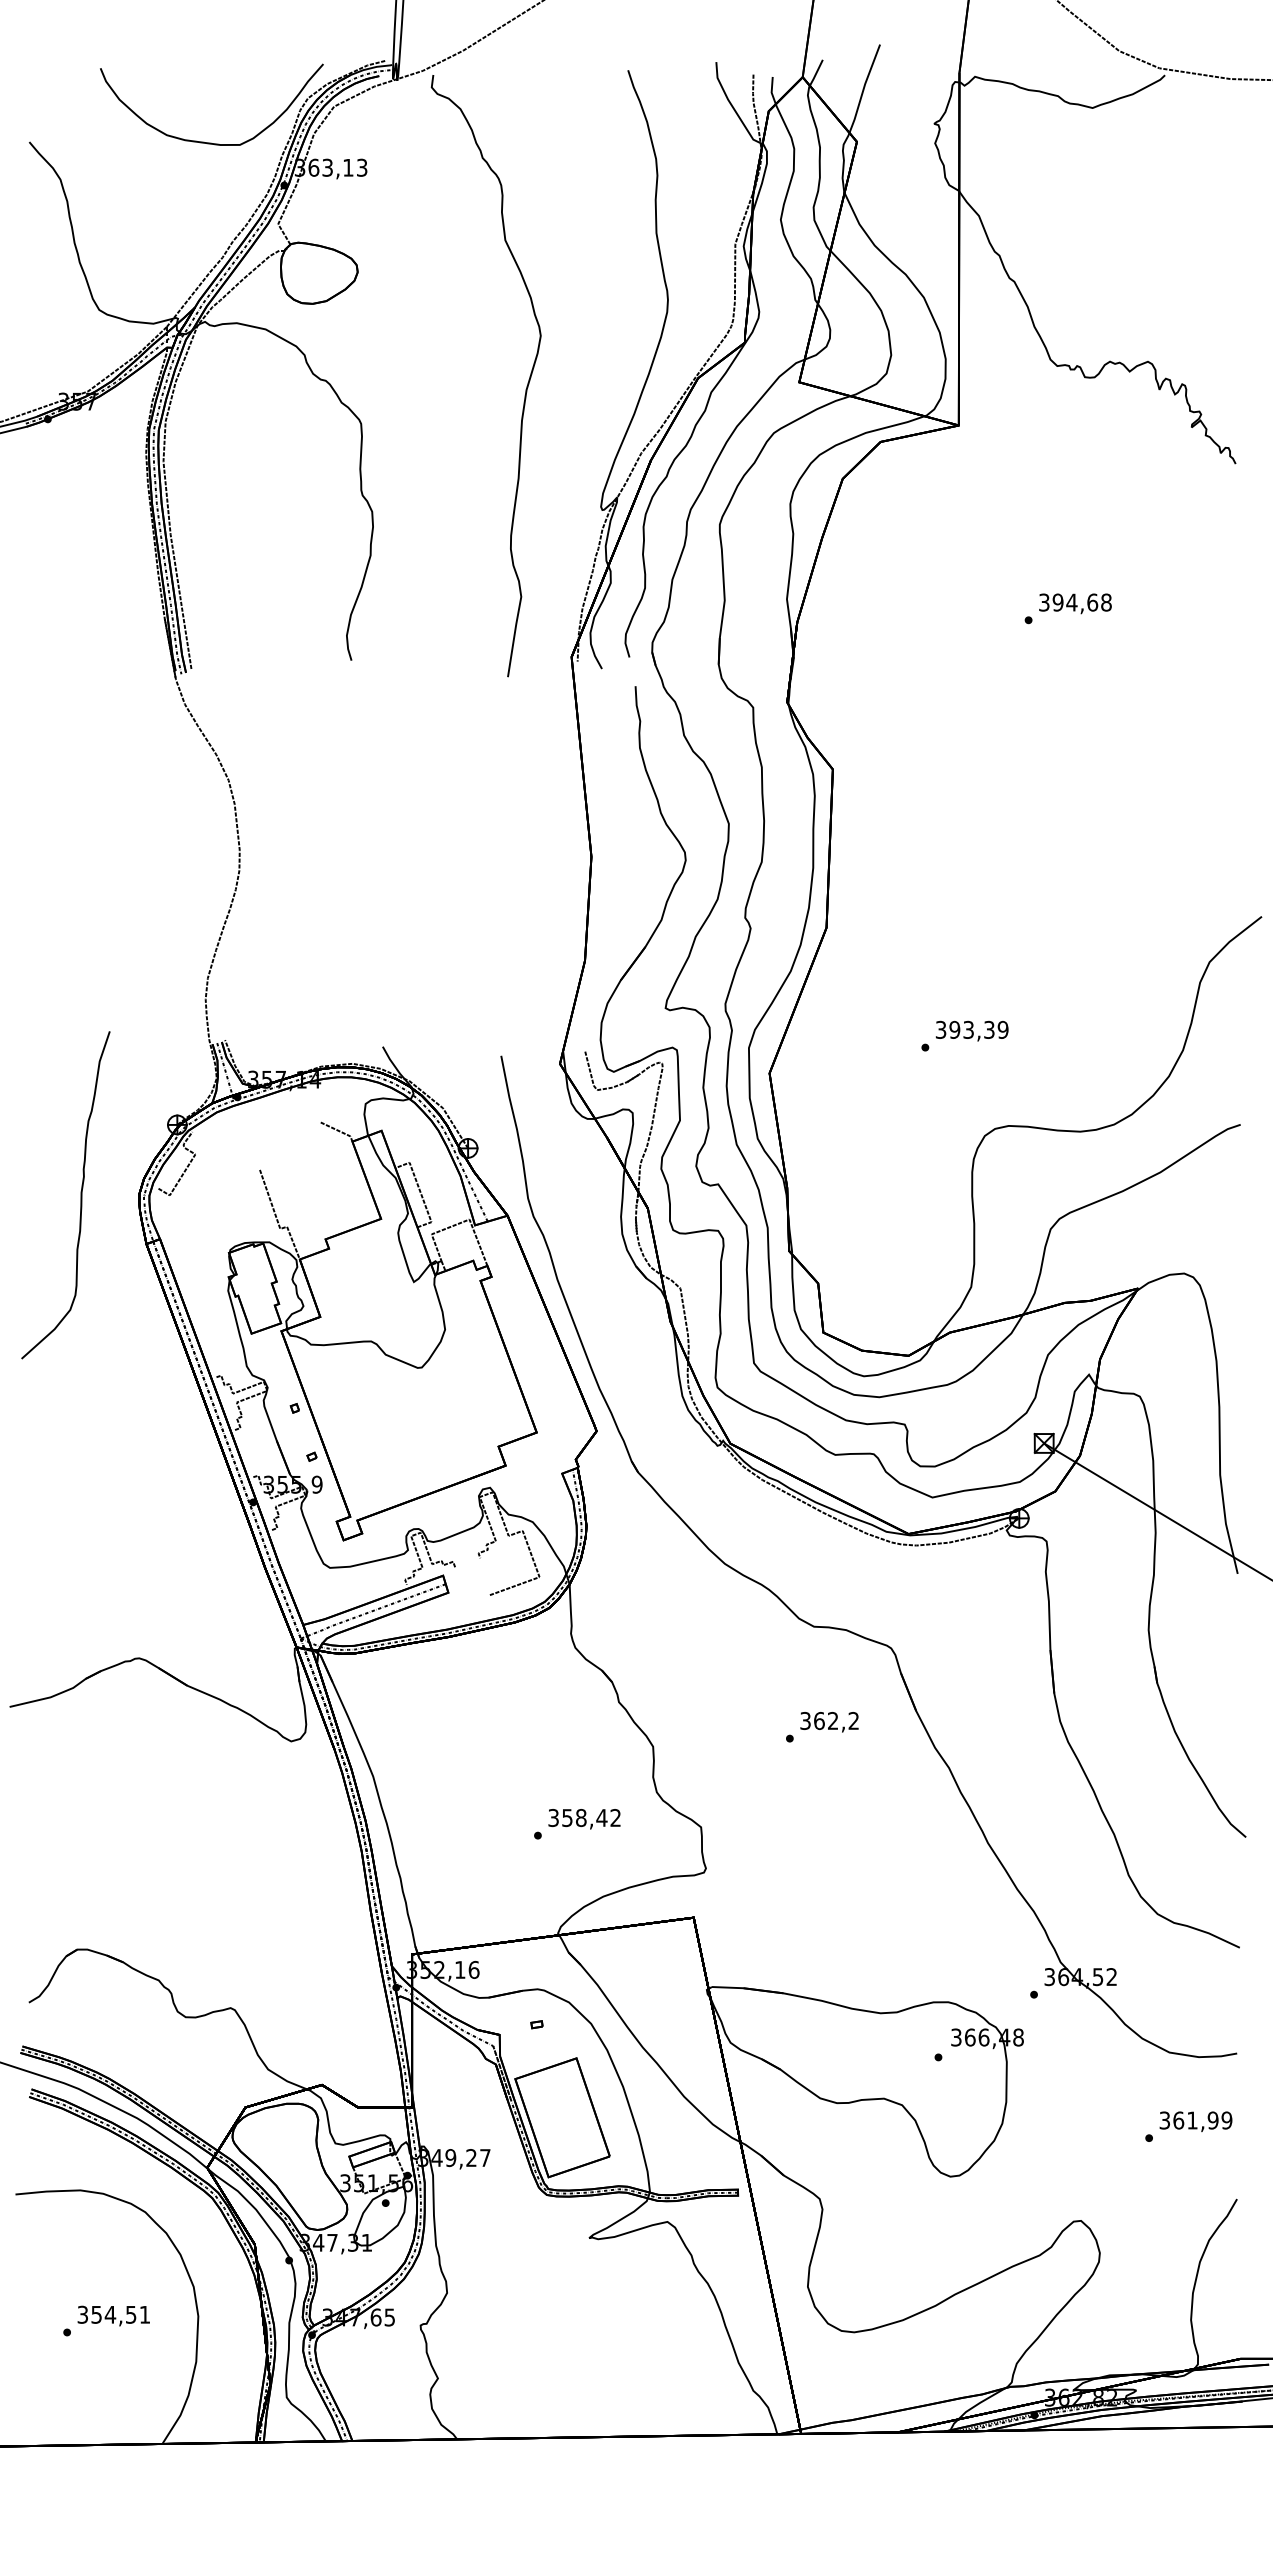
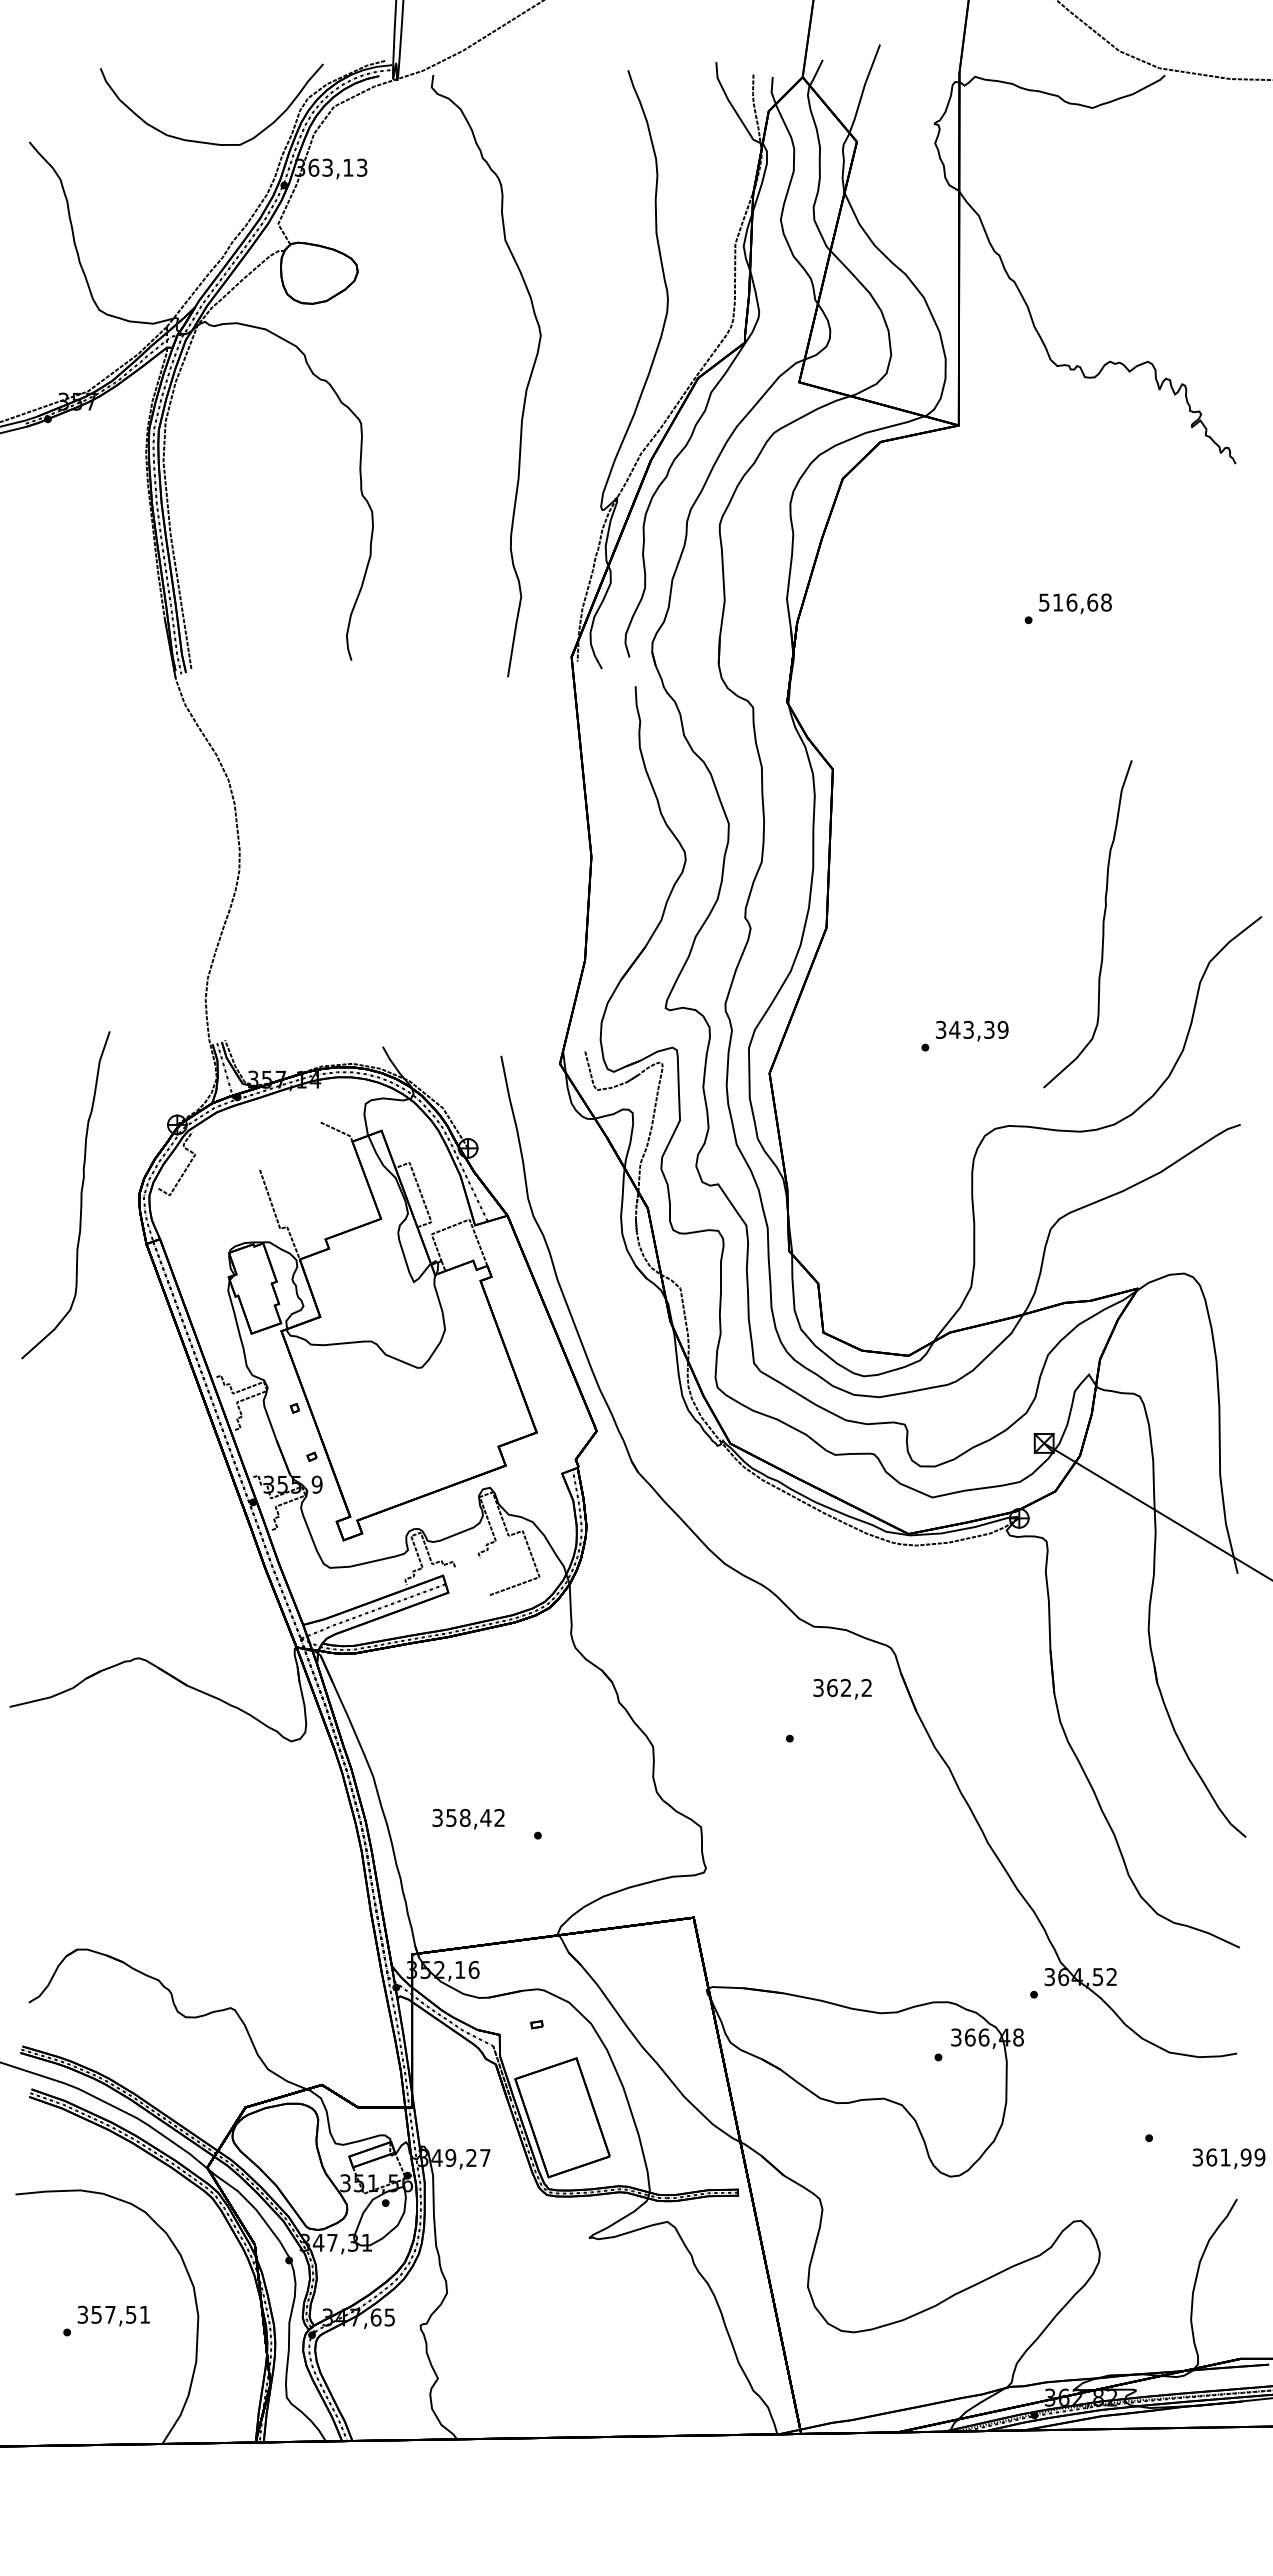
text at (1058, 602): 394,68 -> 516,68
curve at (1102, 924): none -> present
text at (954, 1029): 393,39 -> 343,39
text at (829, 1722) position: (829, 1722) -> (842, 1689)
text at (584, 1819) position: (584, 1819) -> (468, 1819)
text at (1195, 2121) position: (1195, 2121) -> (1228, 2158)
text at (110, 2314): 354,51 -> 357,51
